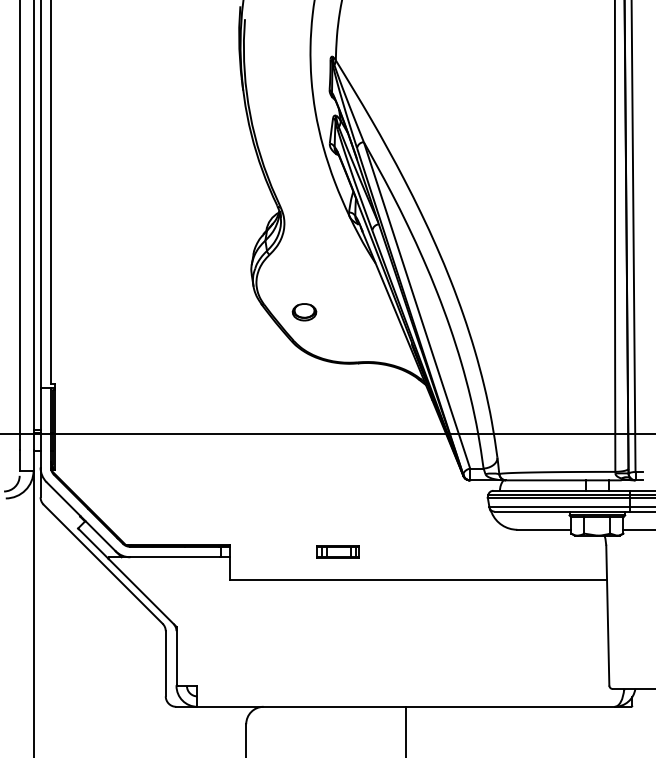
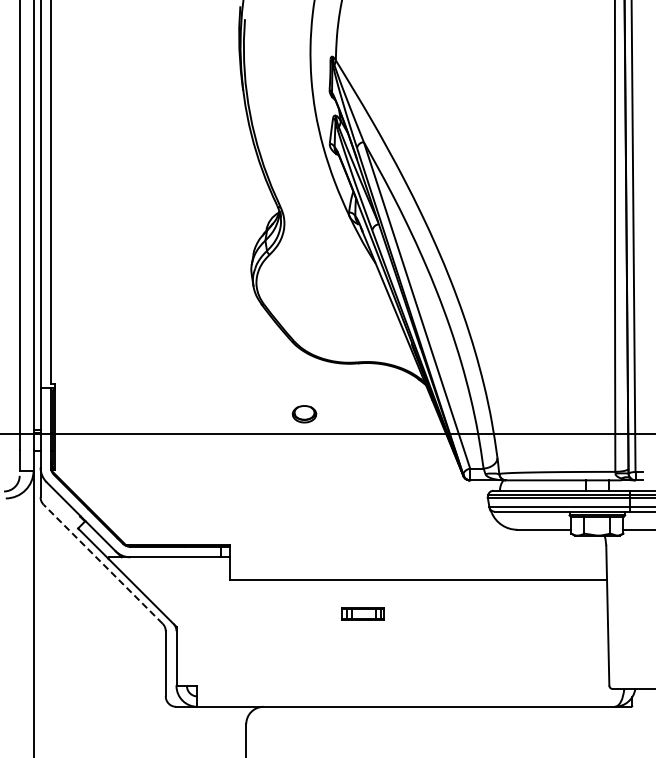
part at (304, 312) position: (304, 312) -> (304, 414)
part at (337, 551) position: (337, 551) -> (362, 613)
line at (102, 563): solid -> dashed
line at (406, 730): present -> none
